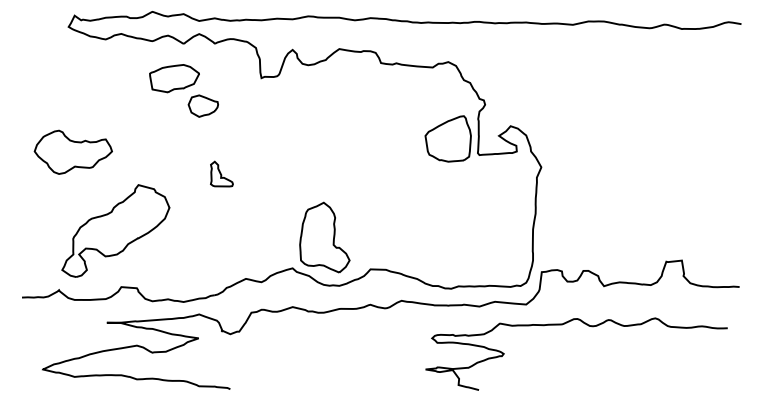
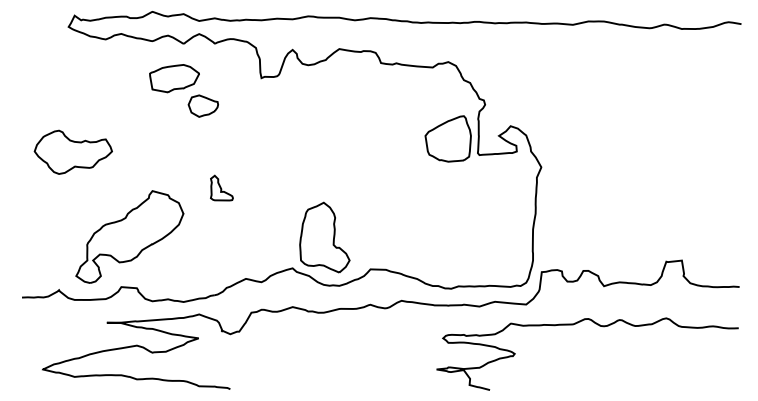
part at (221, 173) position: (221, 173) -> (221, 187)
part at (115, 230) position: (115, 230) -> (129, 236)
curve at (588, 326) position: (588, 326) -> (599, 326)
